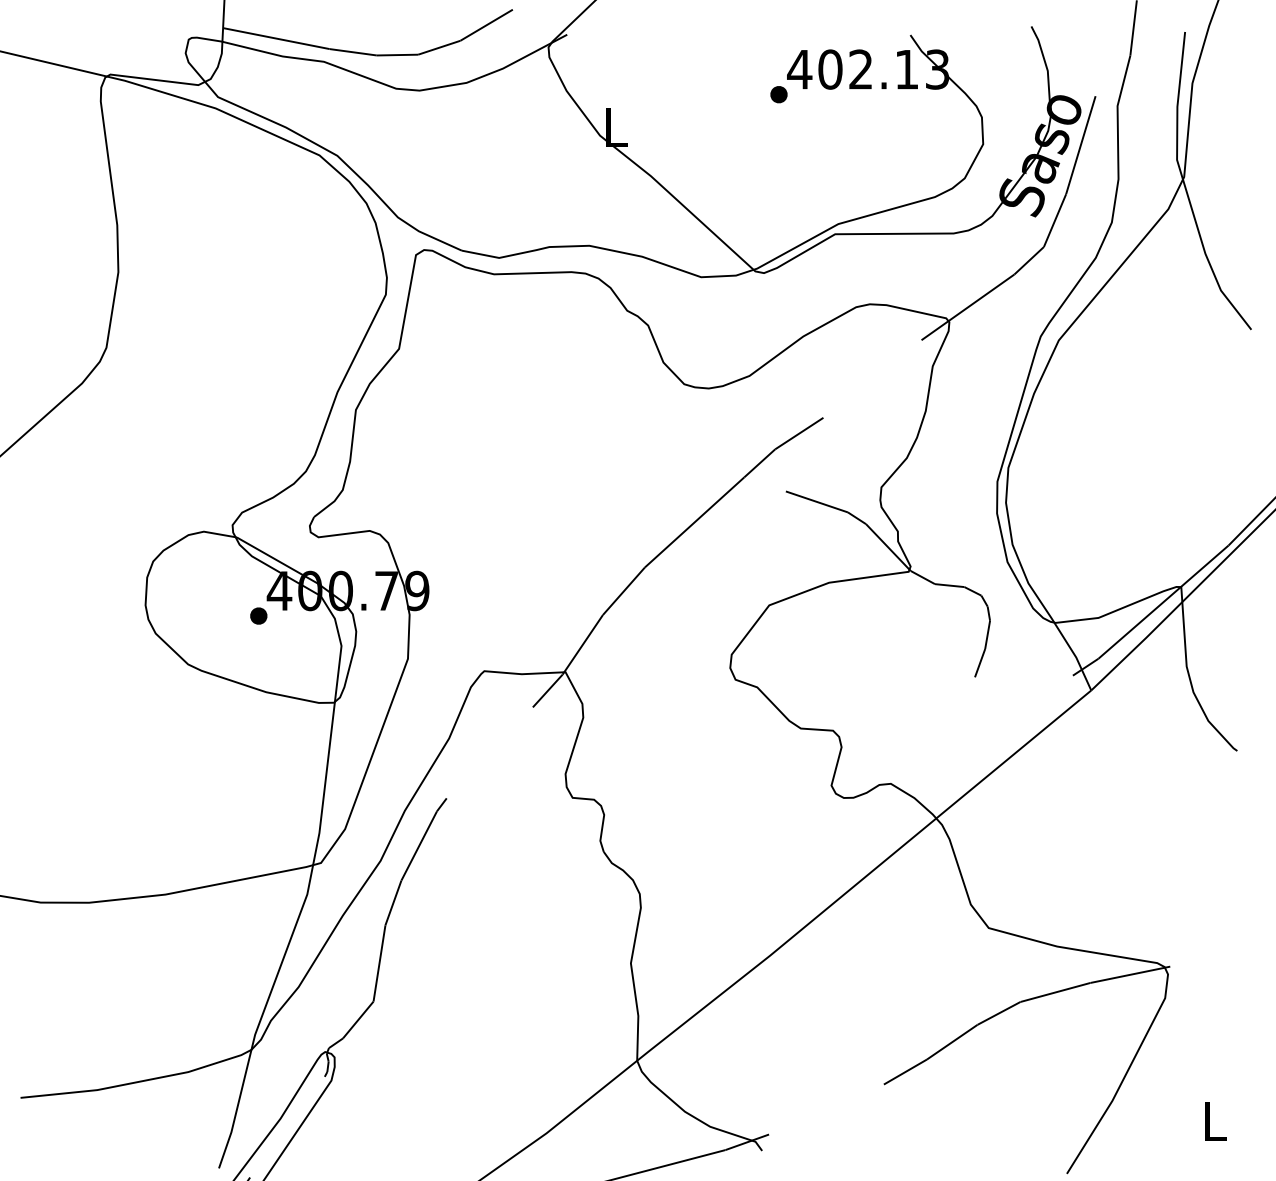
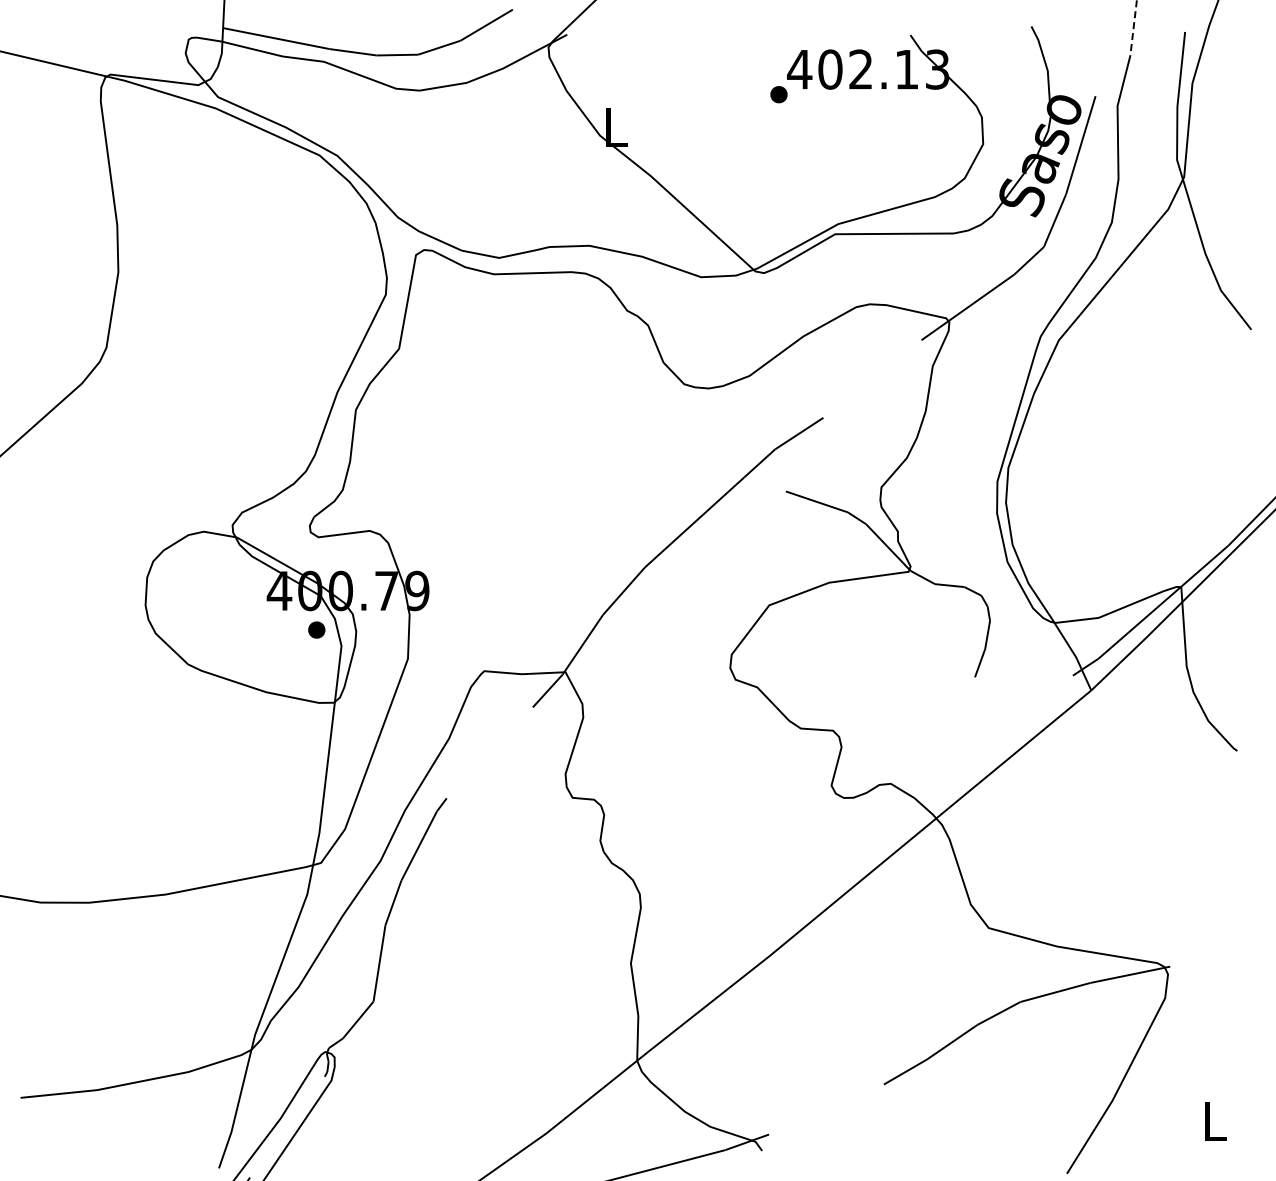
line at (1133, 27): solid -> dashed
part at (258, 615) position: (258, 615) -> (316, 629)
